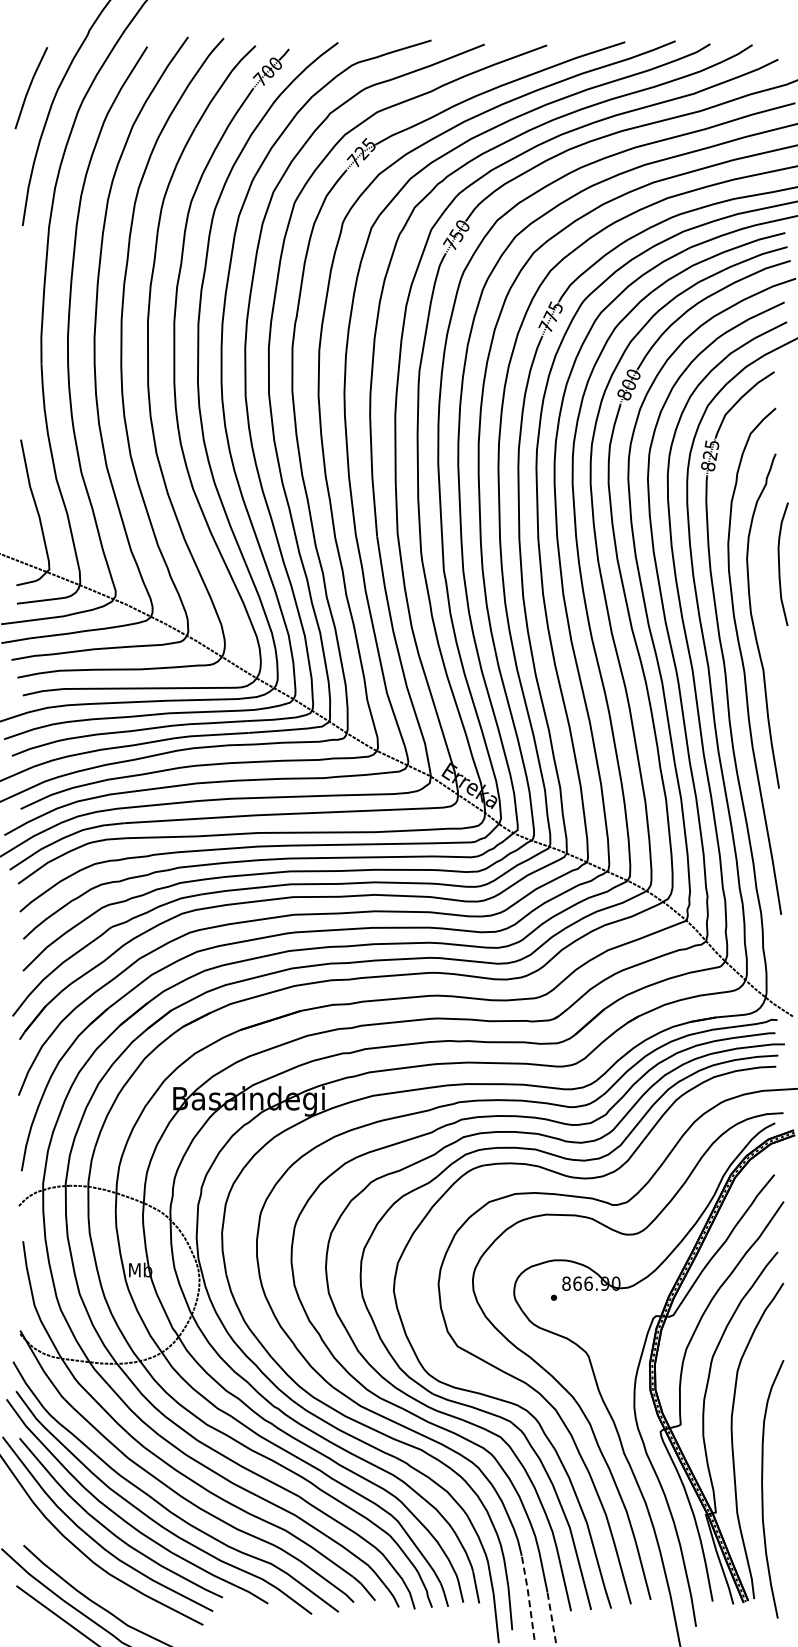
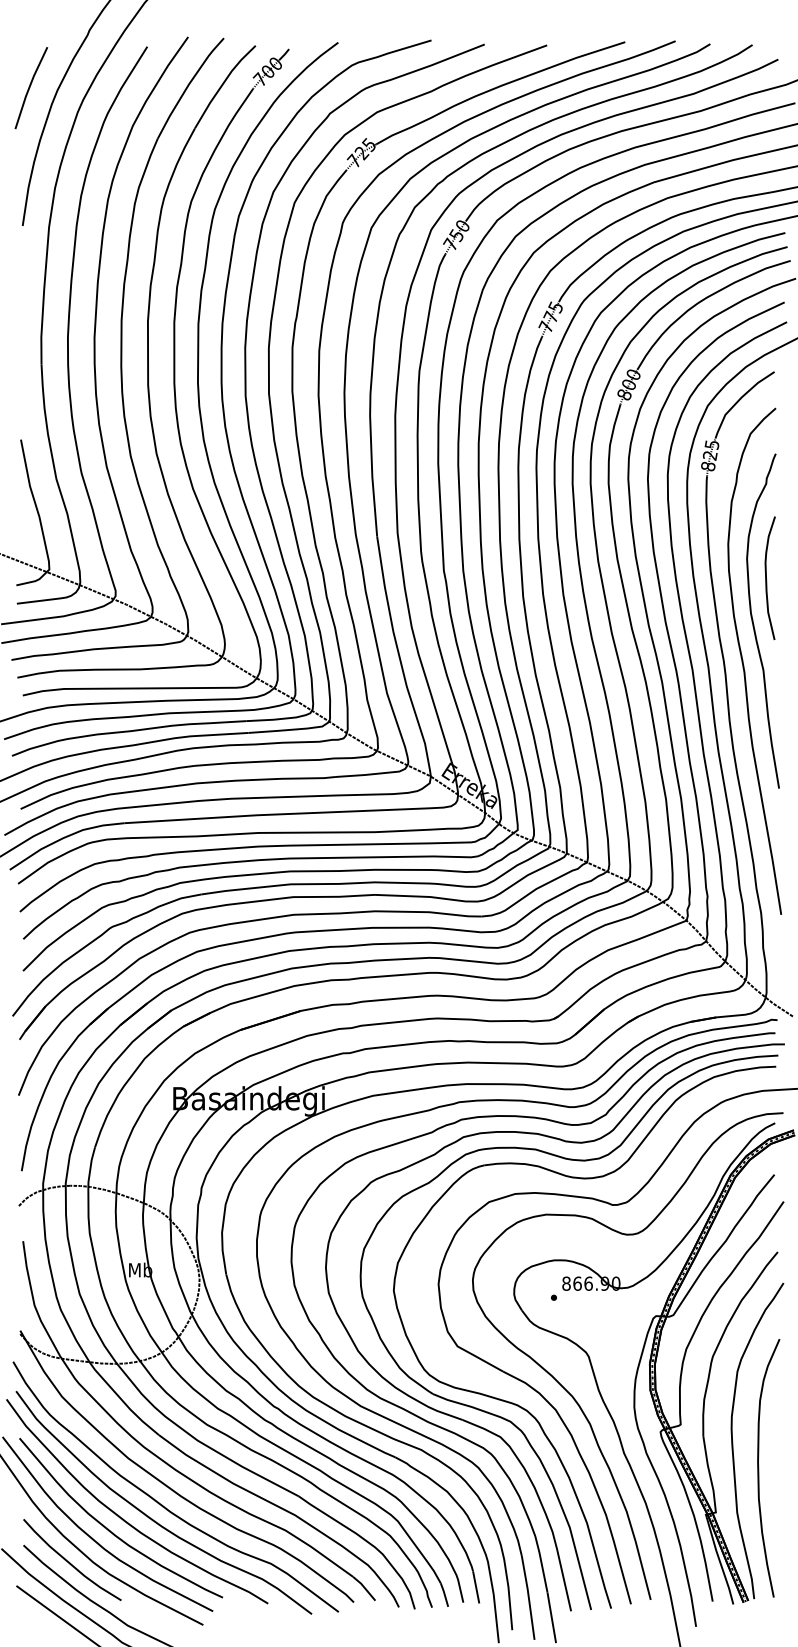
curve at (779, 563) position: (779, 563) -> (766, 577)
curve at (763, 1489) position: (763, 1489) -> (759, 1468)
curve at (69, 1561): none -> present
line at (528, 1596): dashed -> solid
line at (551, 1617): dashed -> solid
